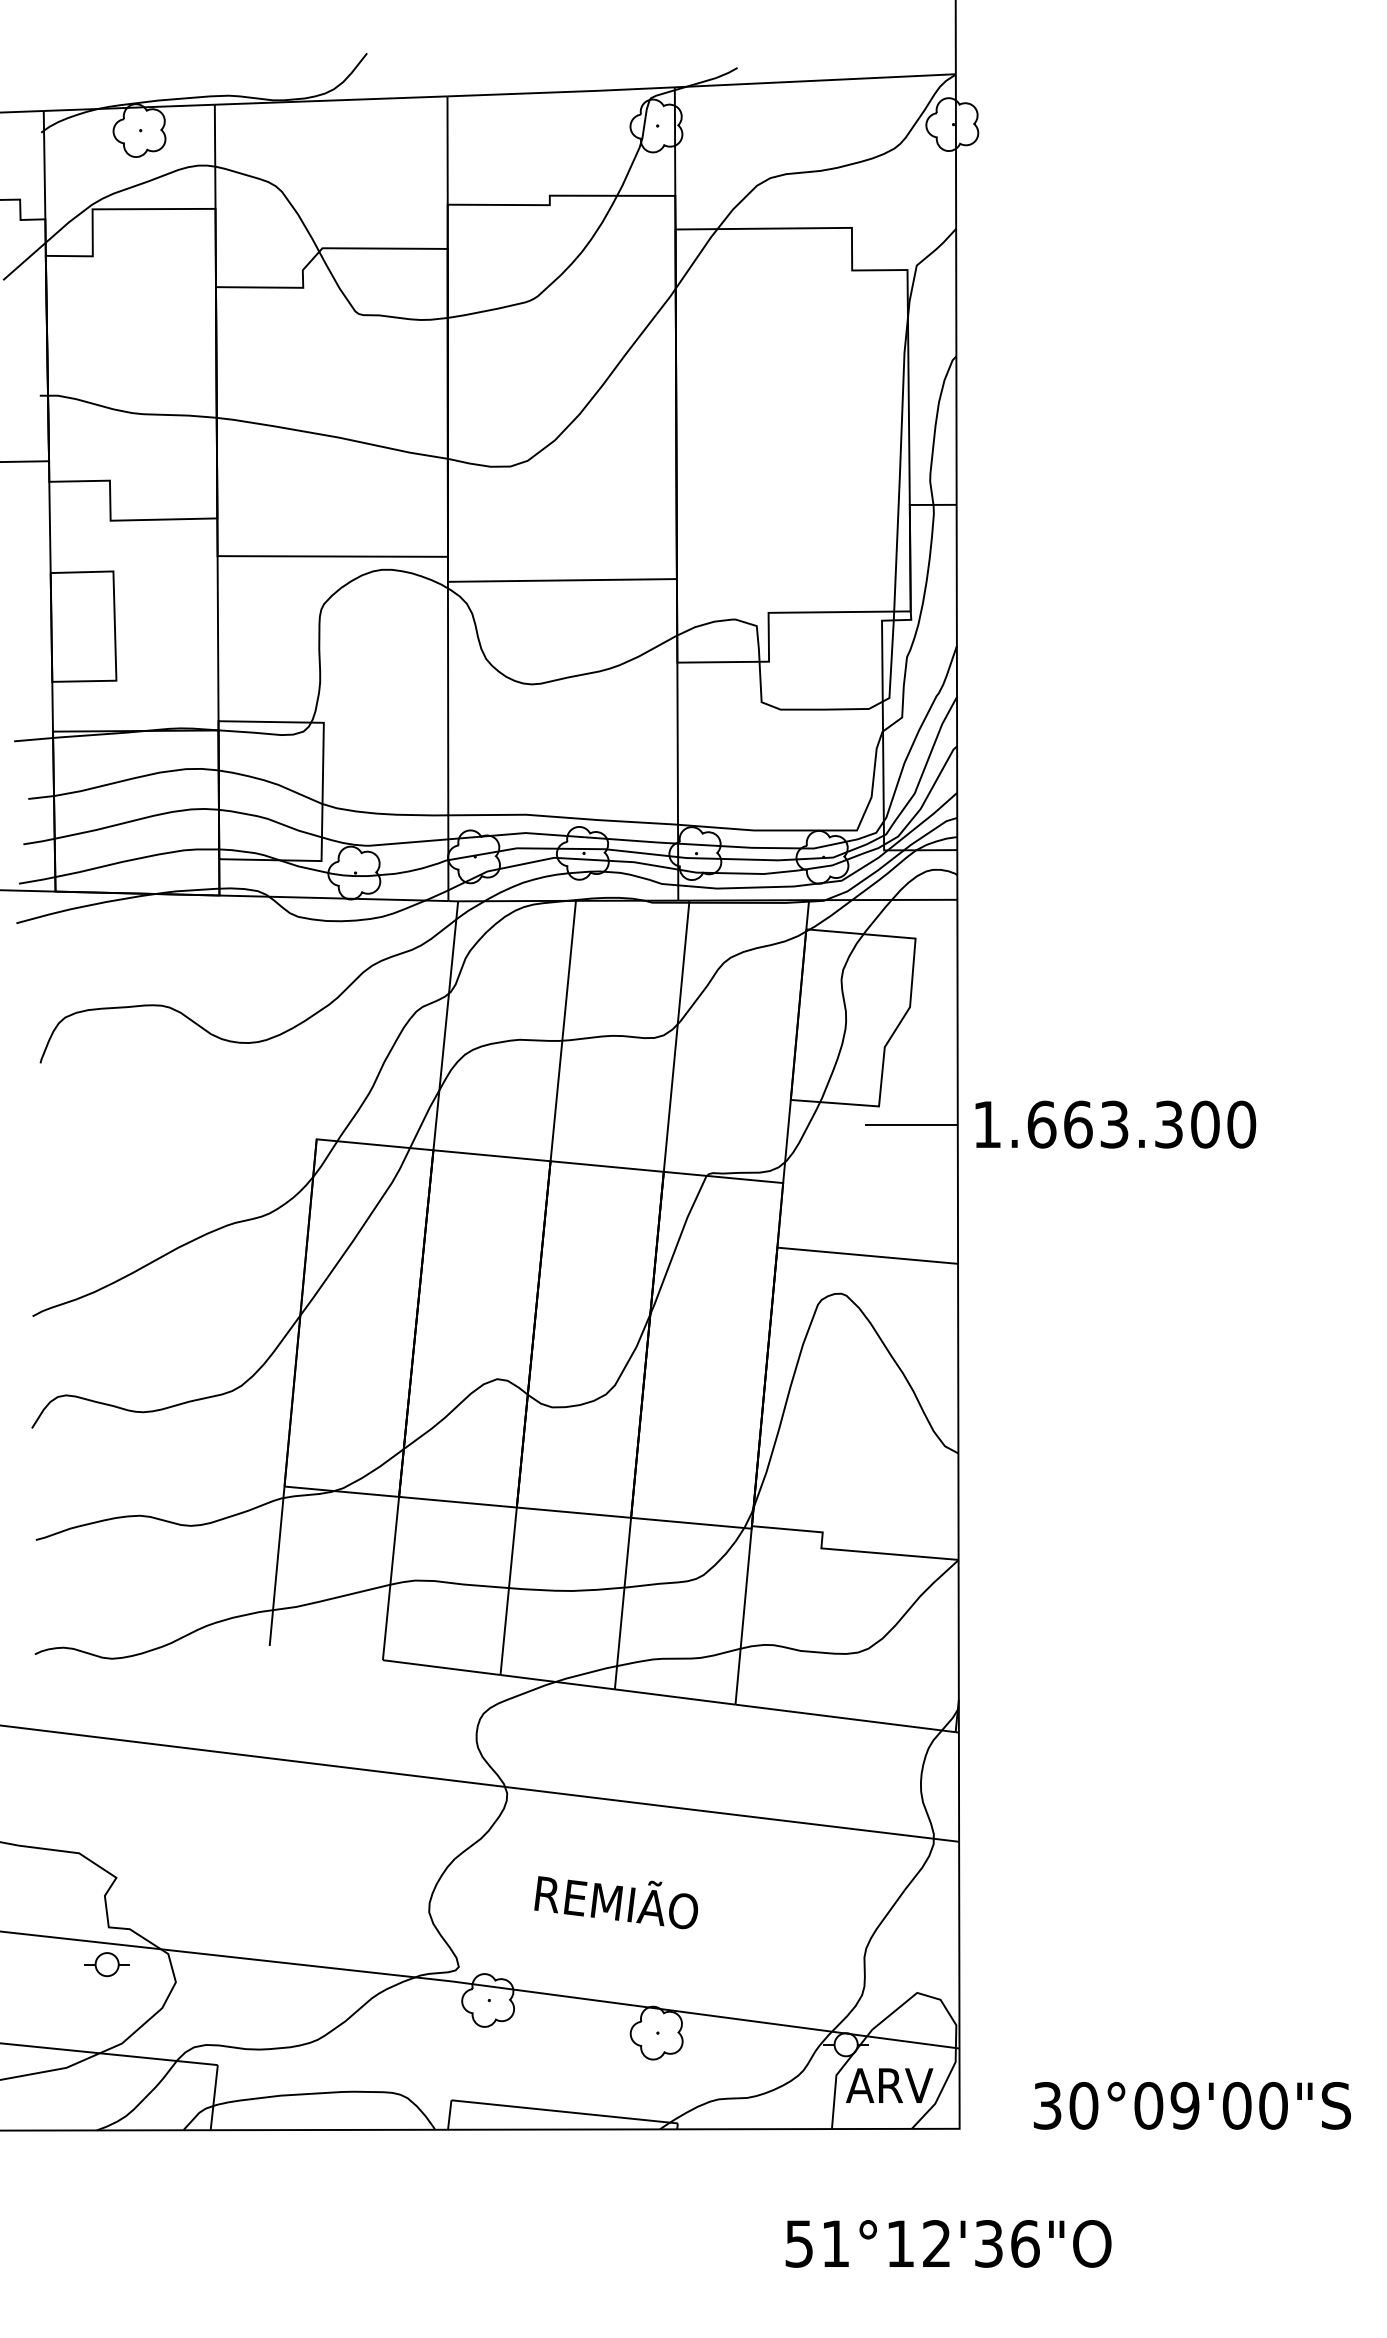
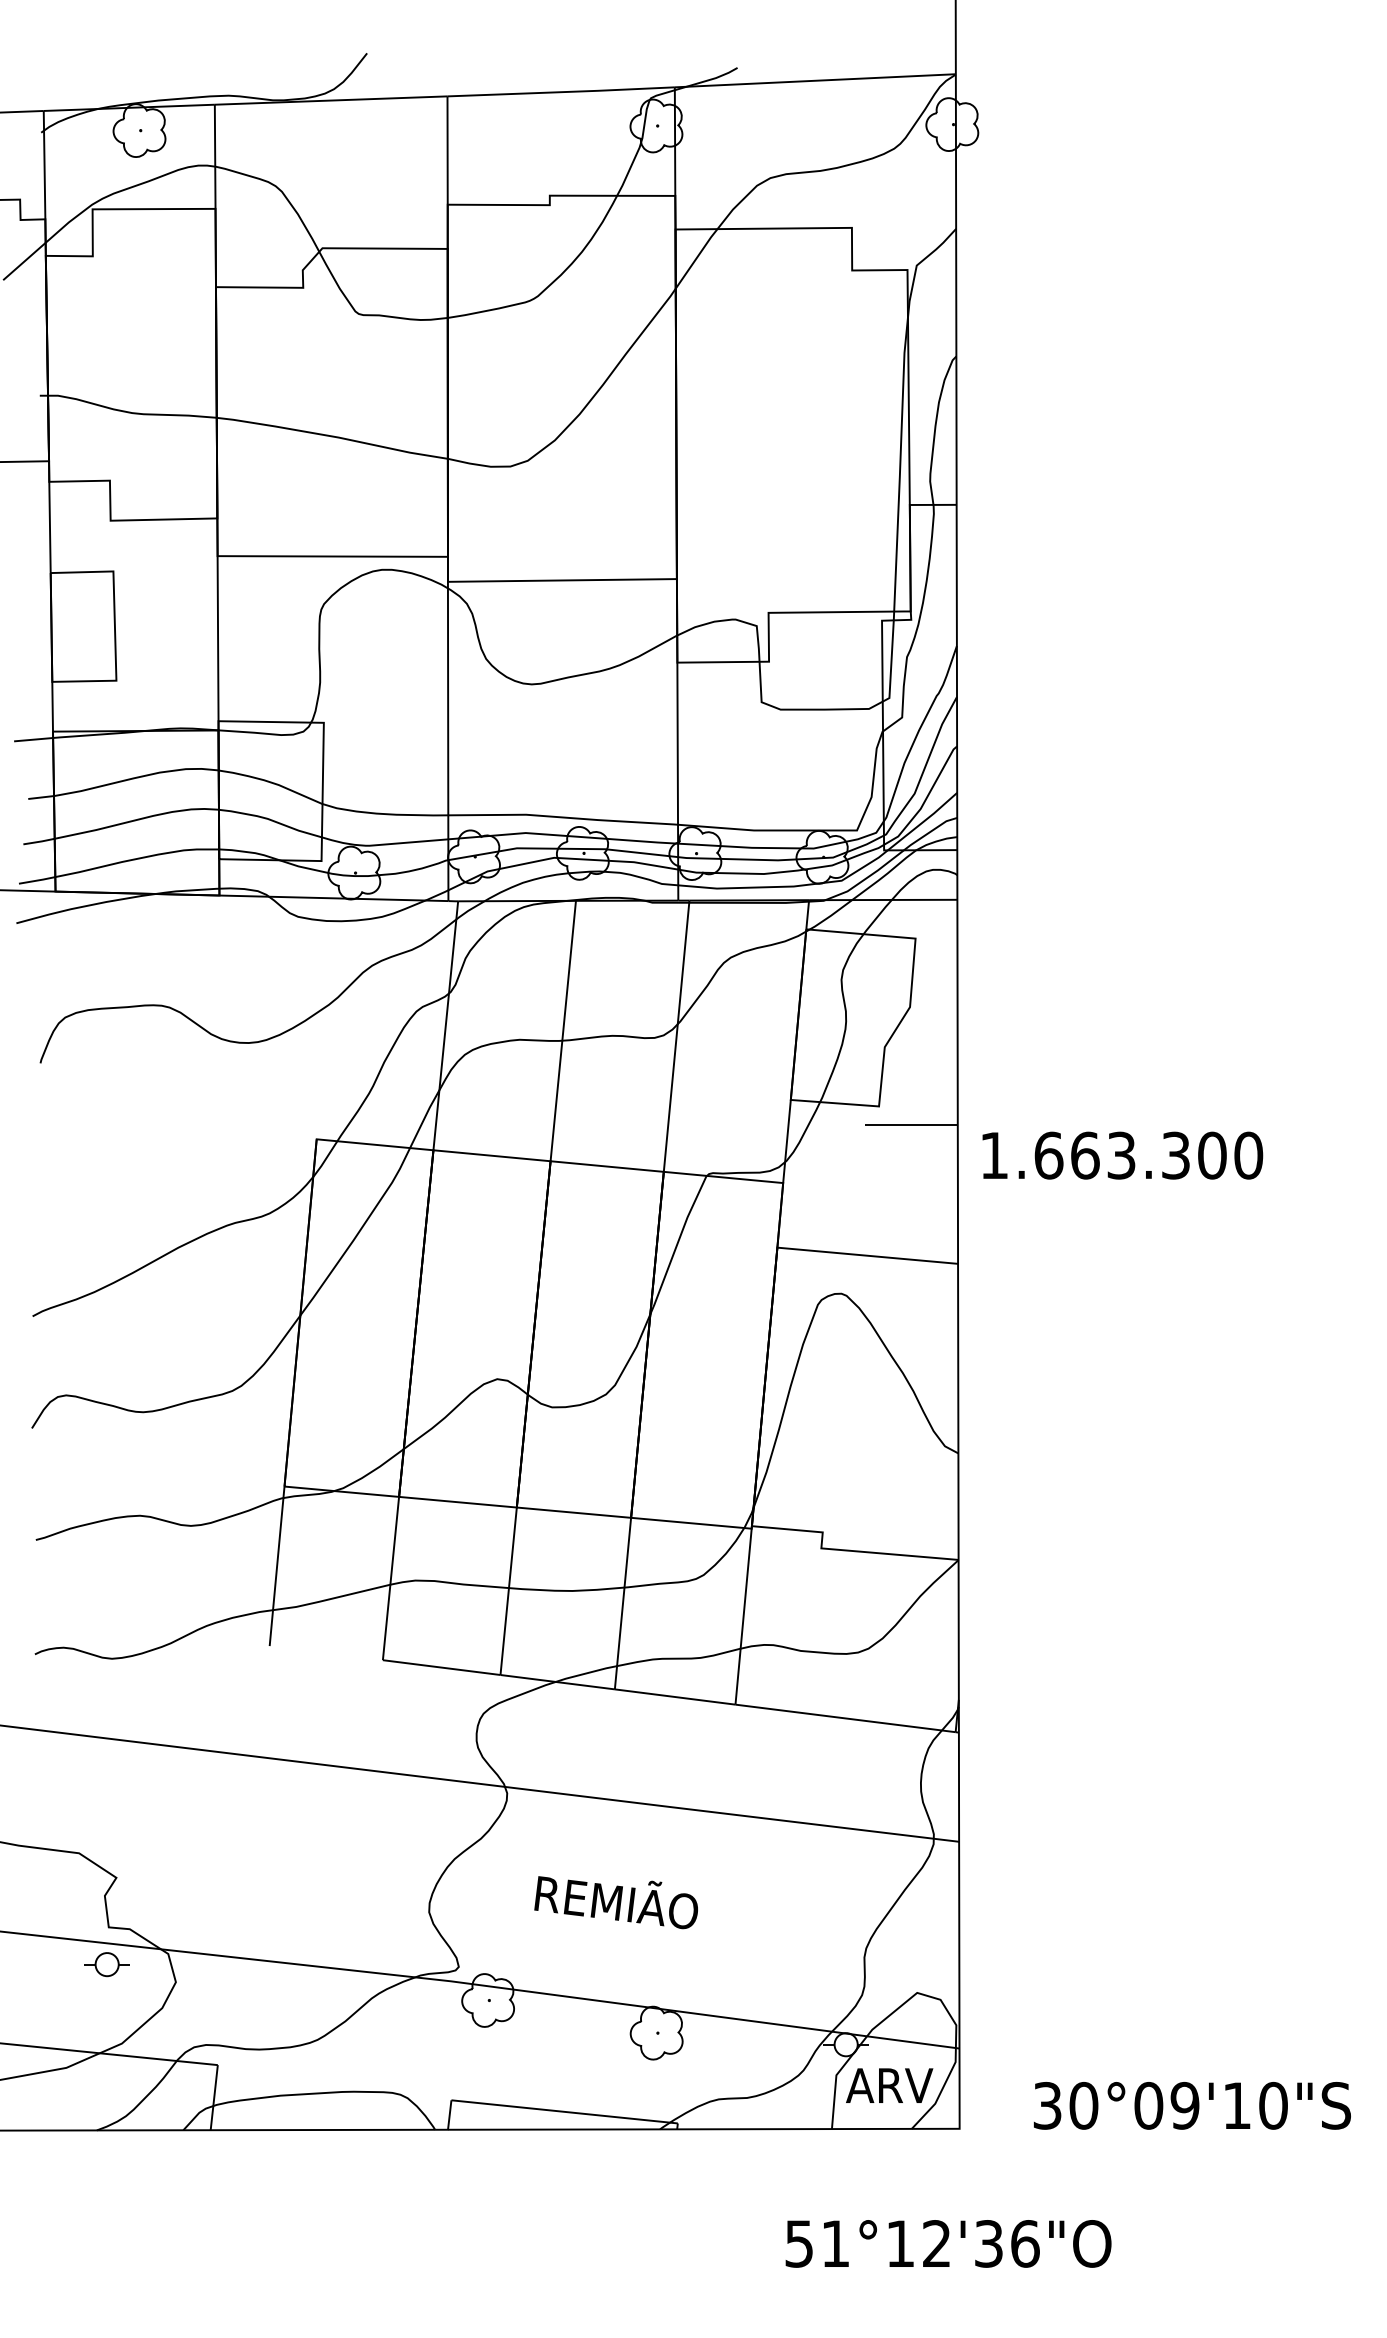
text at (1115, 1124) position: (1115, 1124) -> (1122, 1155)
text at (1236, 2105): 30°09'00"S -> 30°09'10"S
